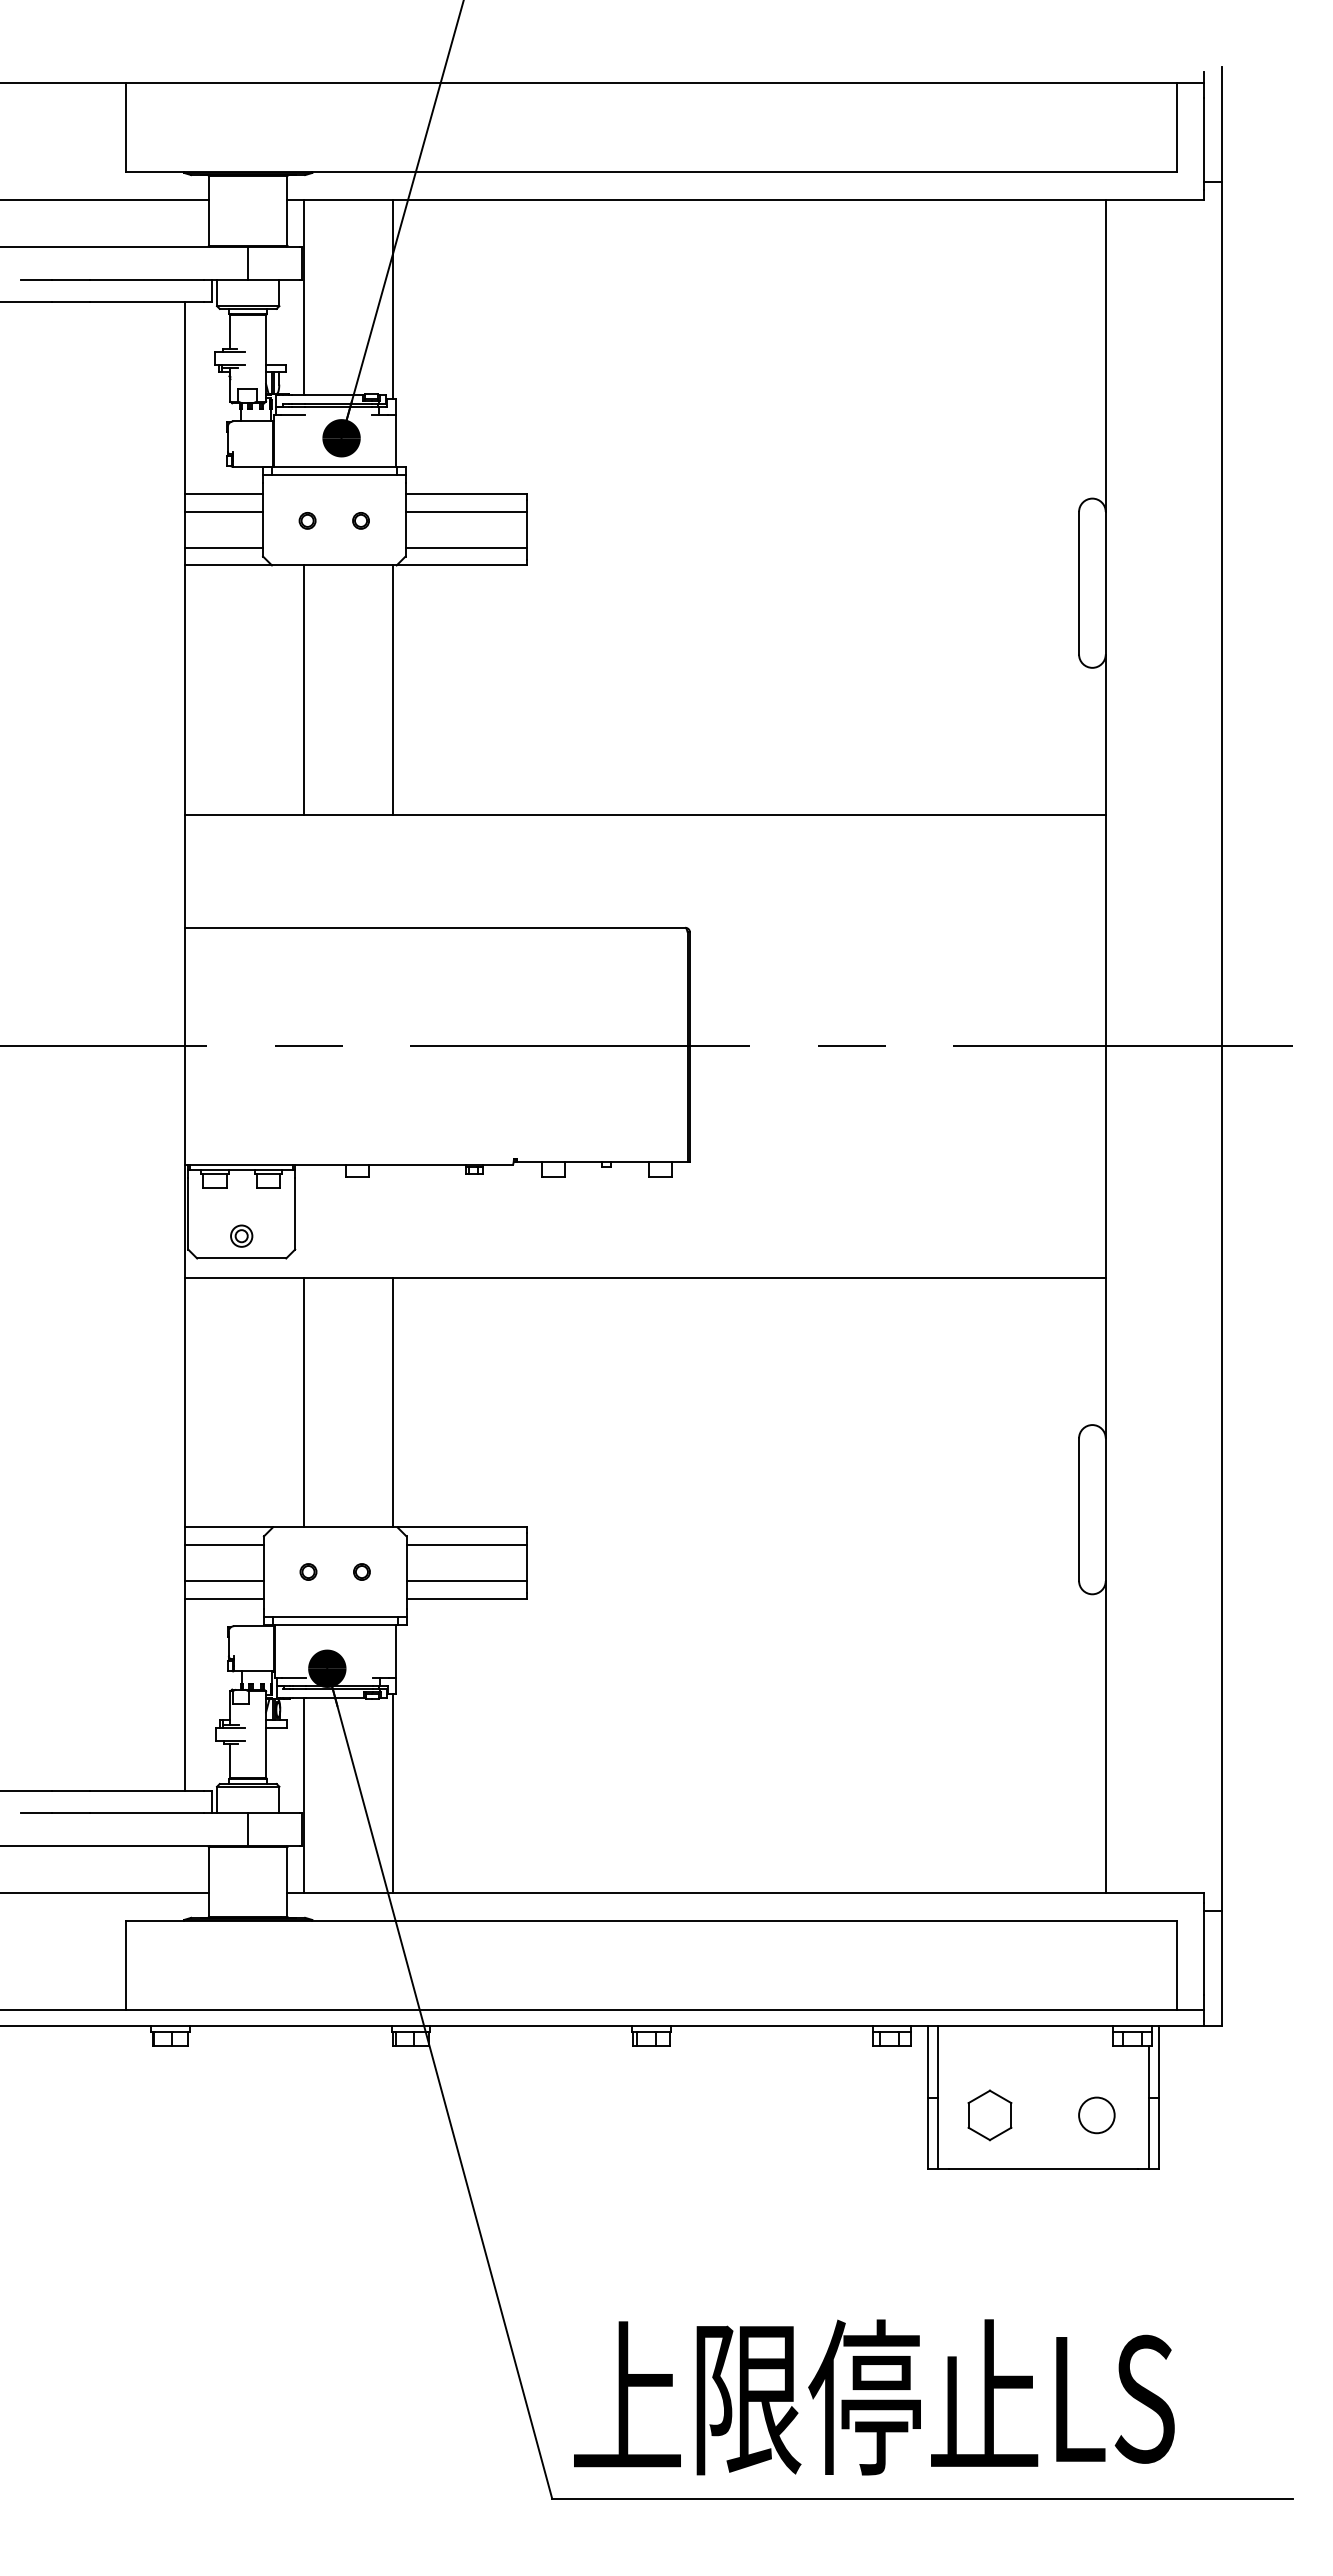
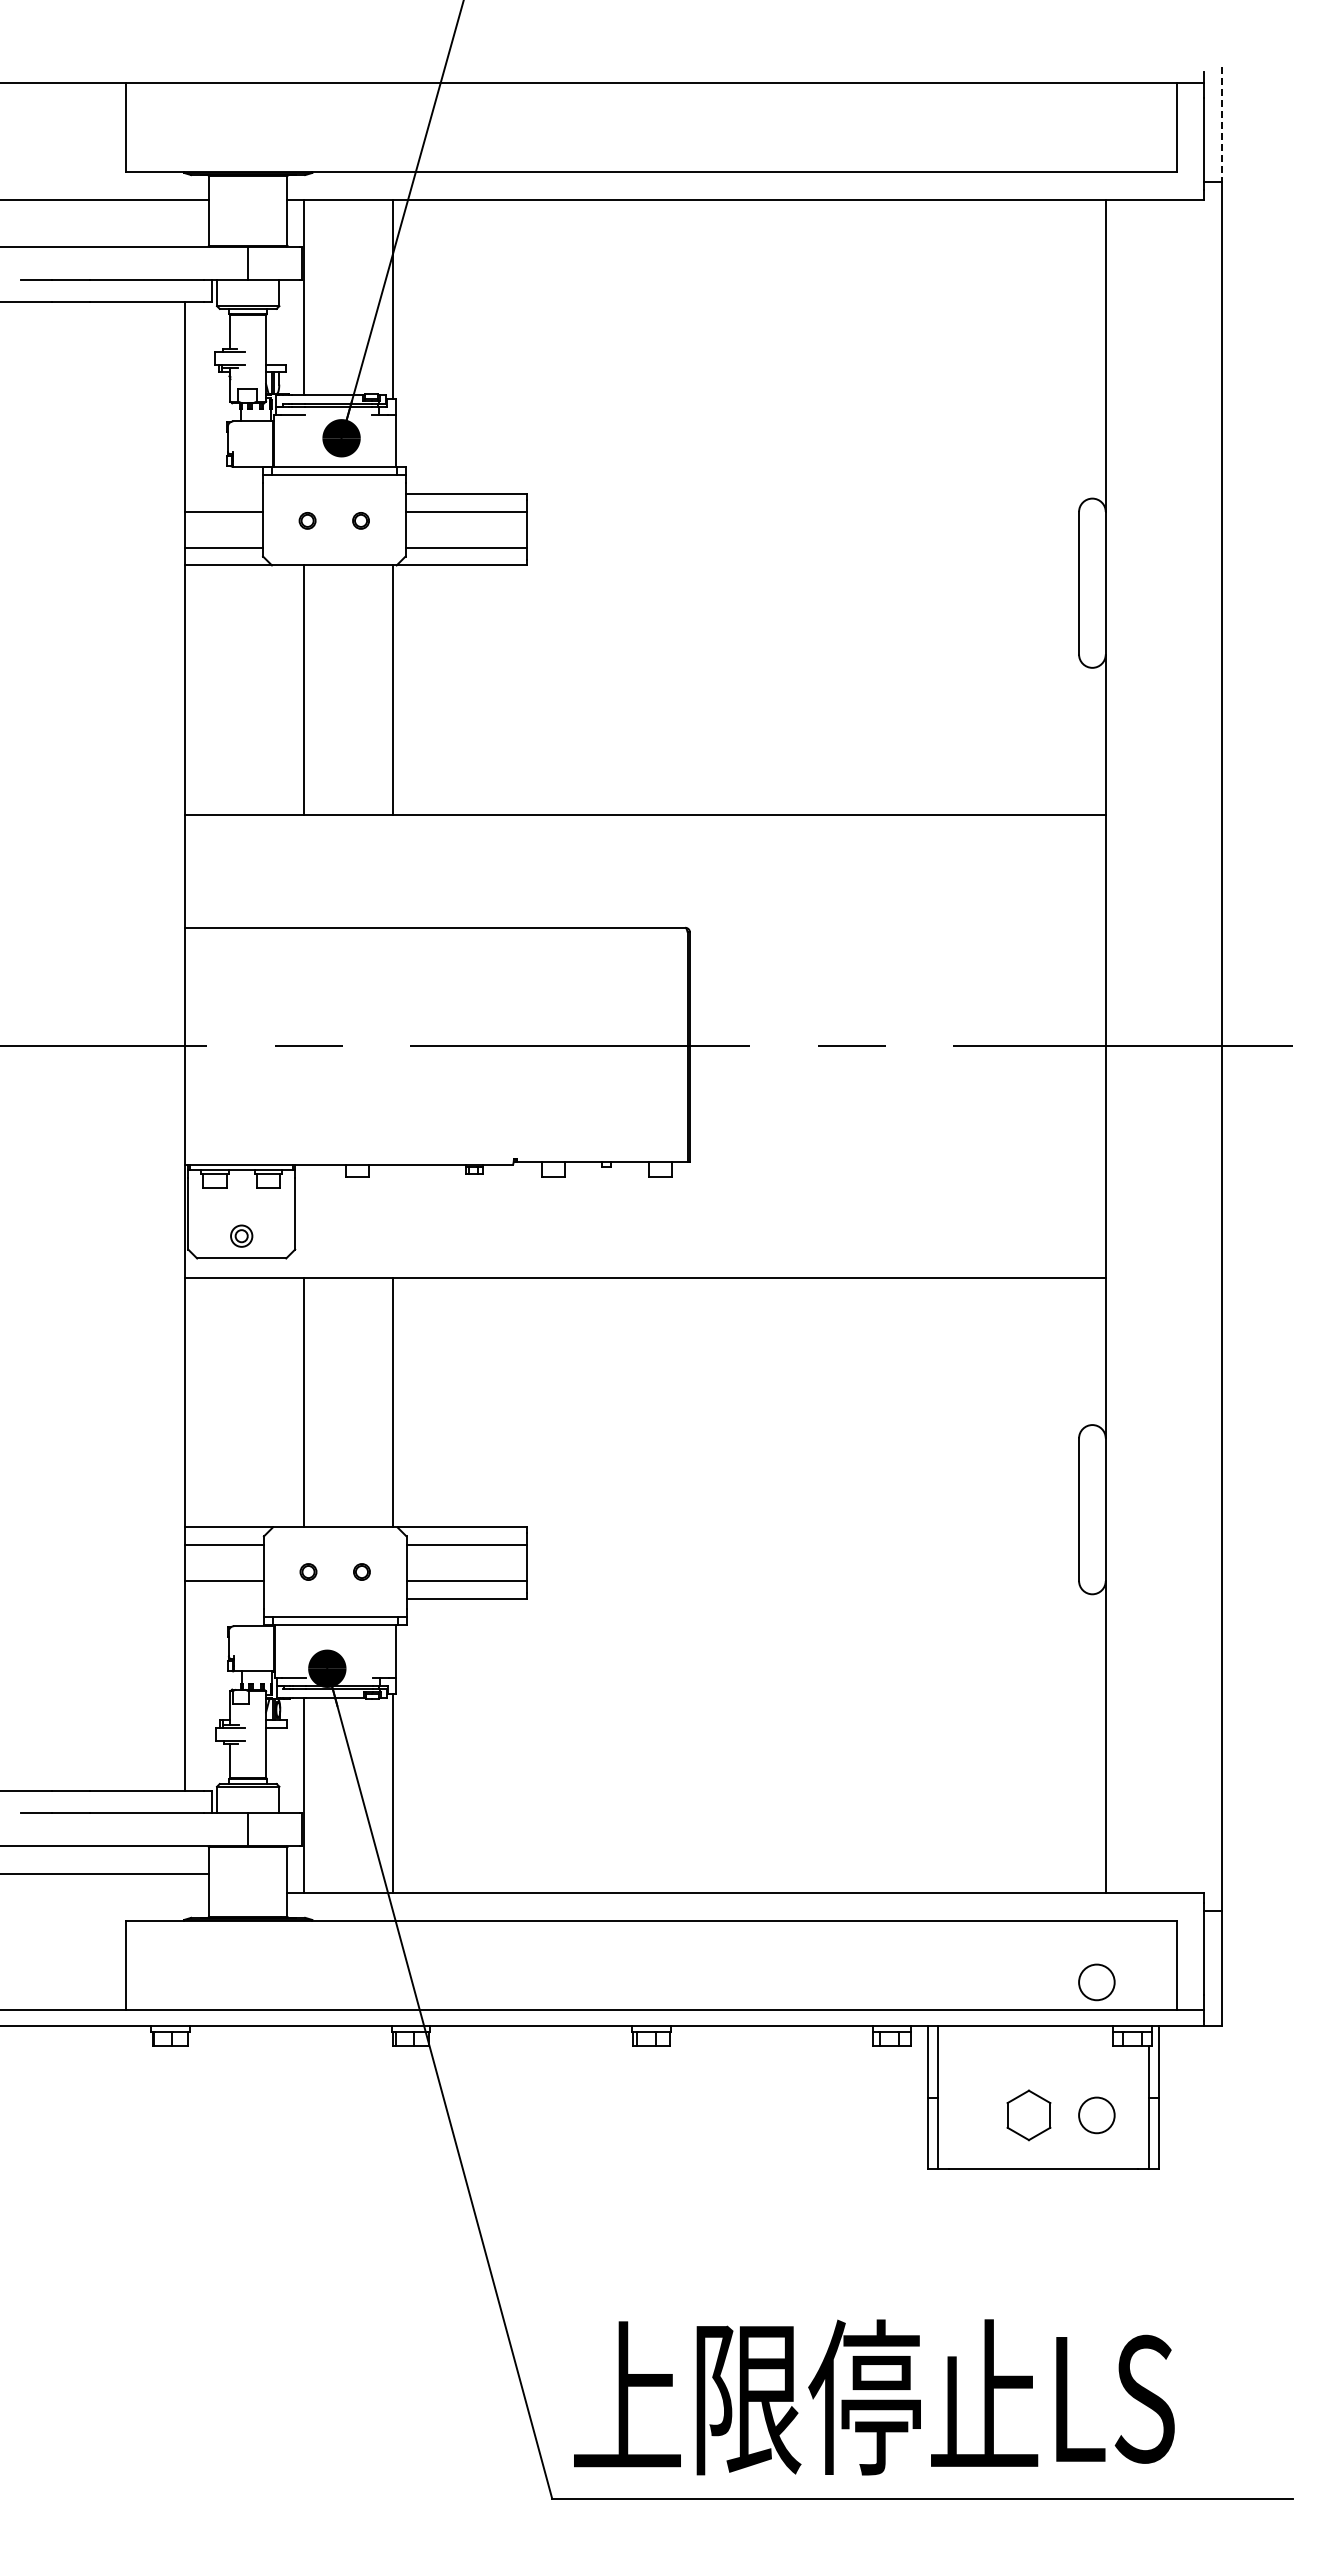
line at (1221, 124): solid -> dashed
line at (224, 494): present -> none
line at (224, 1598): present -> none
line at (105, 1892) position: (105, 1892) -> (105, 1873)
circle at (1096, 1982): none -> present
part at (989, 2115) position: (989, 2115) -> (1028, 2115)
